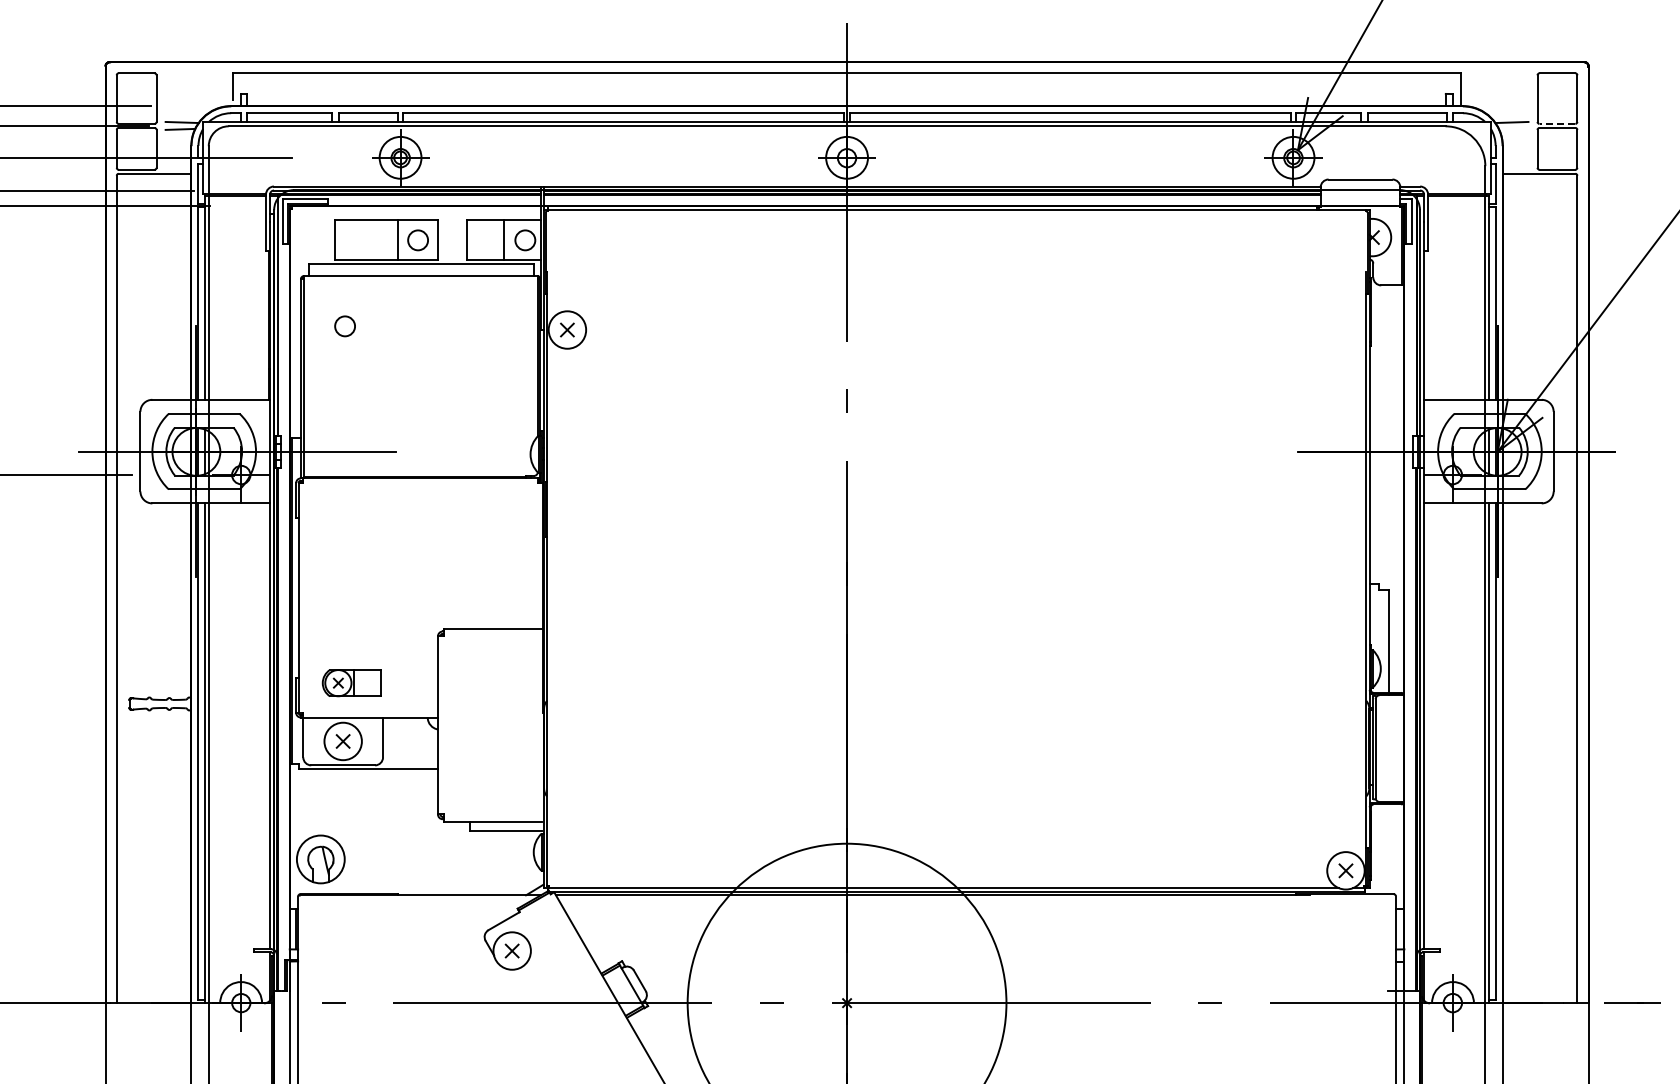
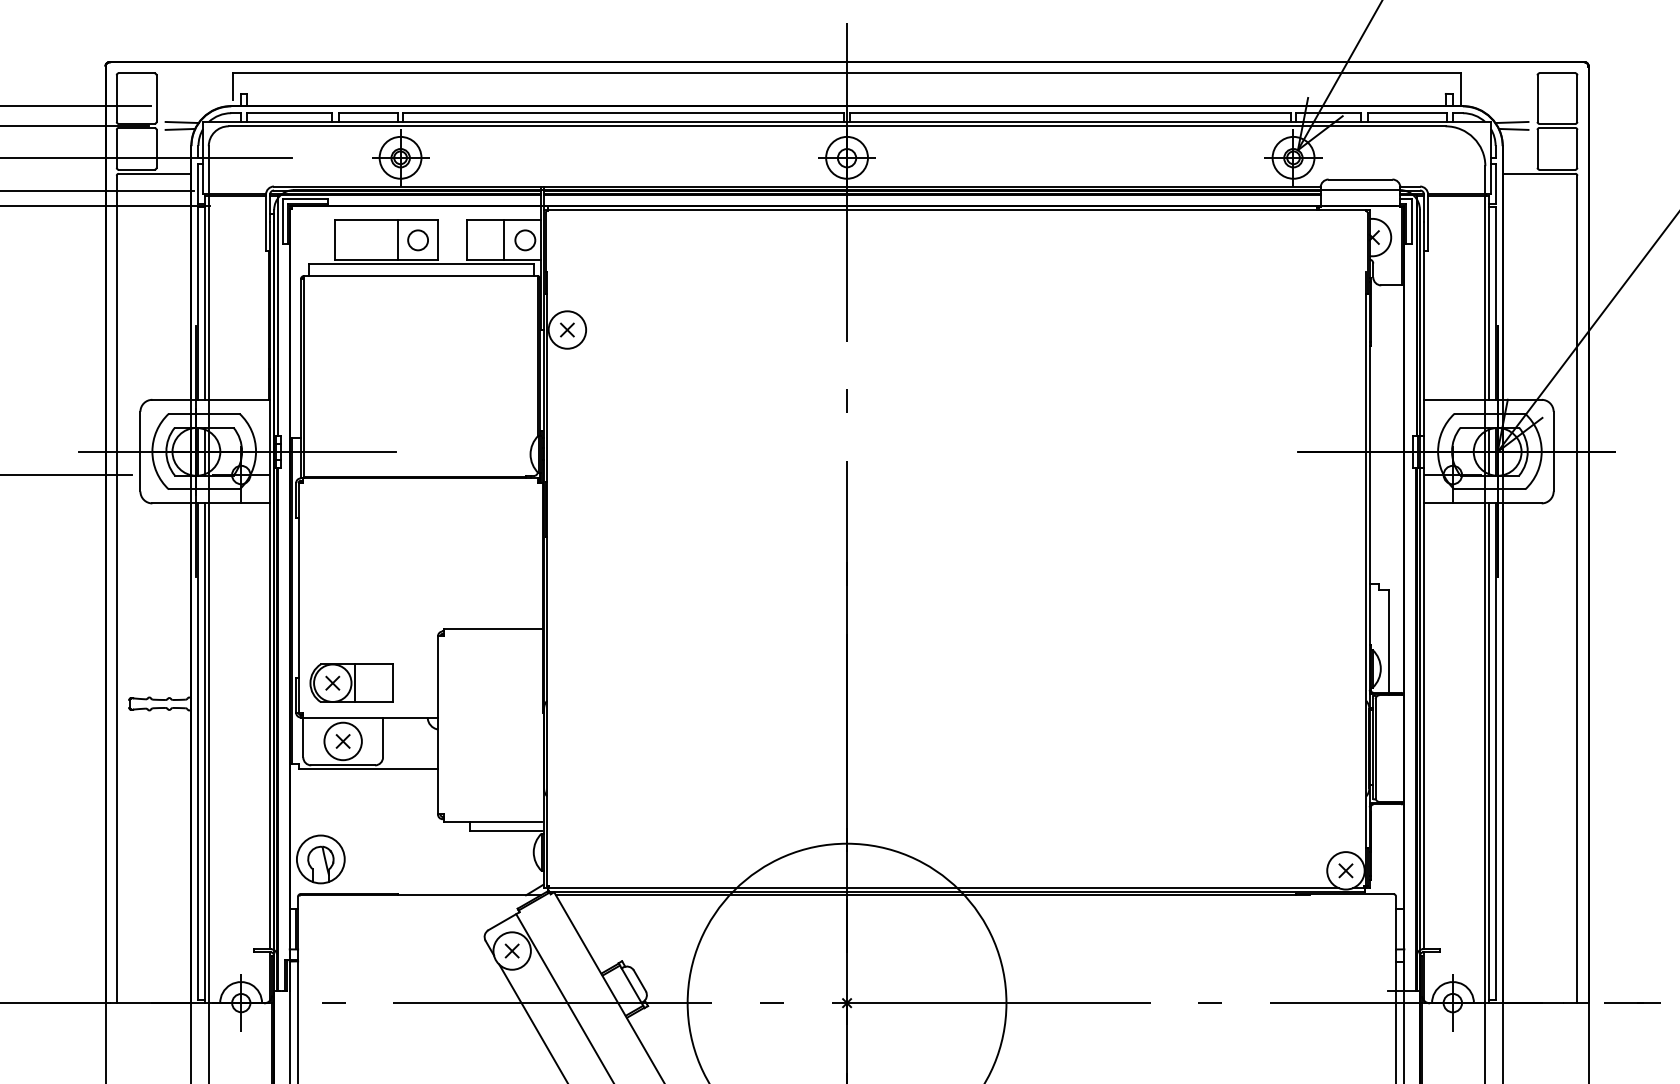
line at (1557, 123): dashed -> solid
line at (1513, 128): none -> present
circle at (344, 326): present -> none
part at (351, 683) size: 61x29 px -> 85x40 px
line at (564, 997): none -> present
line at (532, 1022): none -> present
